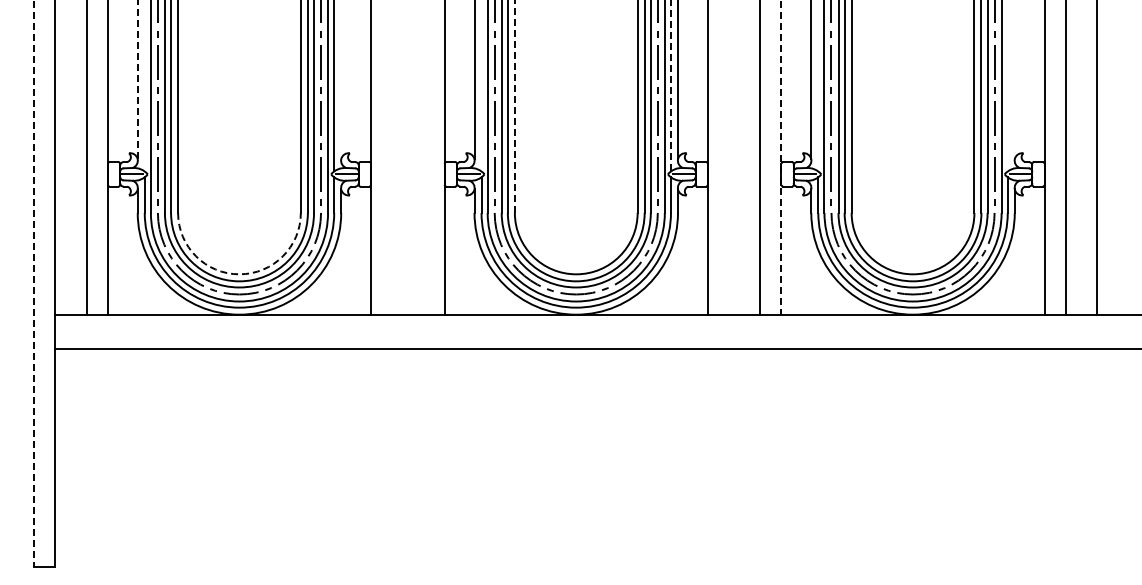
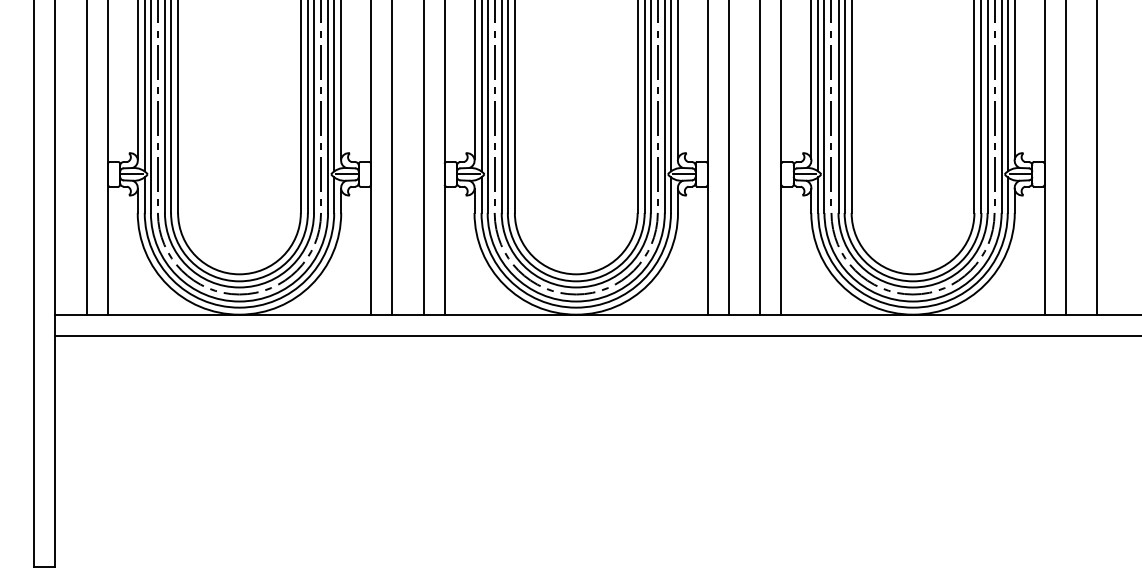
line at (137, 79): dashed -> solid
line at (341, 80): none -> present
line at (1014, 80): none -> present
line at (670, 85): dashed -> solid
line at (144, 86): none -> present
line at (481, 86): none -> present
line at (818, 86): none -> present
line at (1007, 86): none -> present
line at (514, 106): dashed -> solid
line at (781, 157): dashed -> solid
line at (392, 158): none -> present
line at (423, 158): none -> present
line at (728, 158): none -> present
arc at (239, 274): dashed -> solid
line at (34, 284): dashed -> solid
line at (596, 348) position: (596, 348) -> (596, 335)
